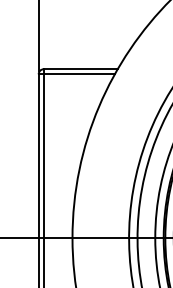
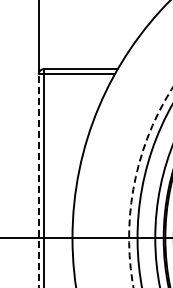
line at (38, 180): solid -> dashed
arc at (134, 184): solid -> dashed
